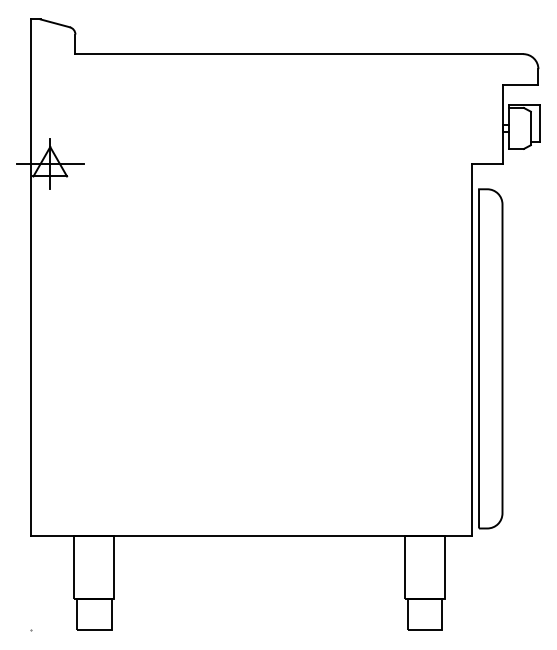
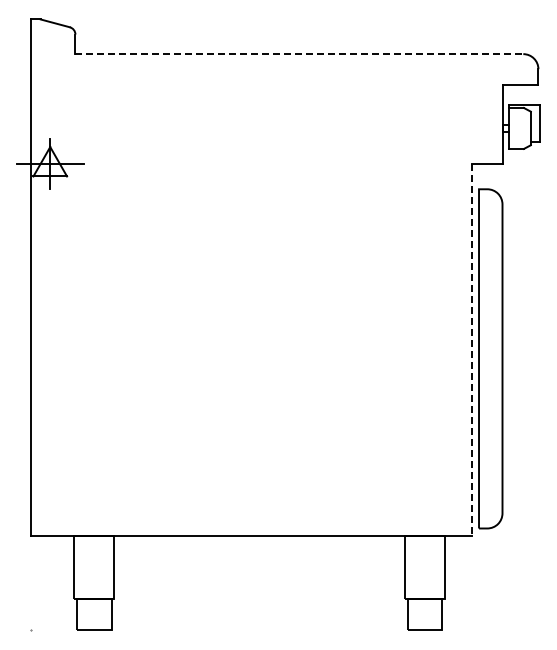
line at (299, 54): solid -> dashed
line at (471, 350): solid -> dashed
